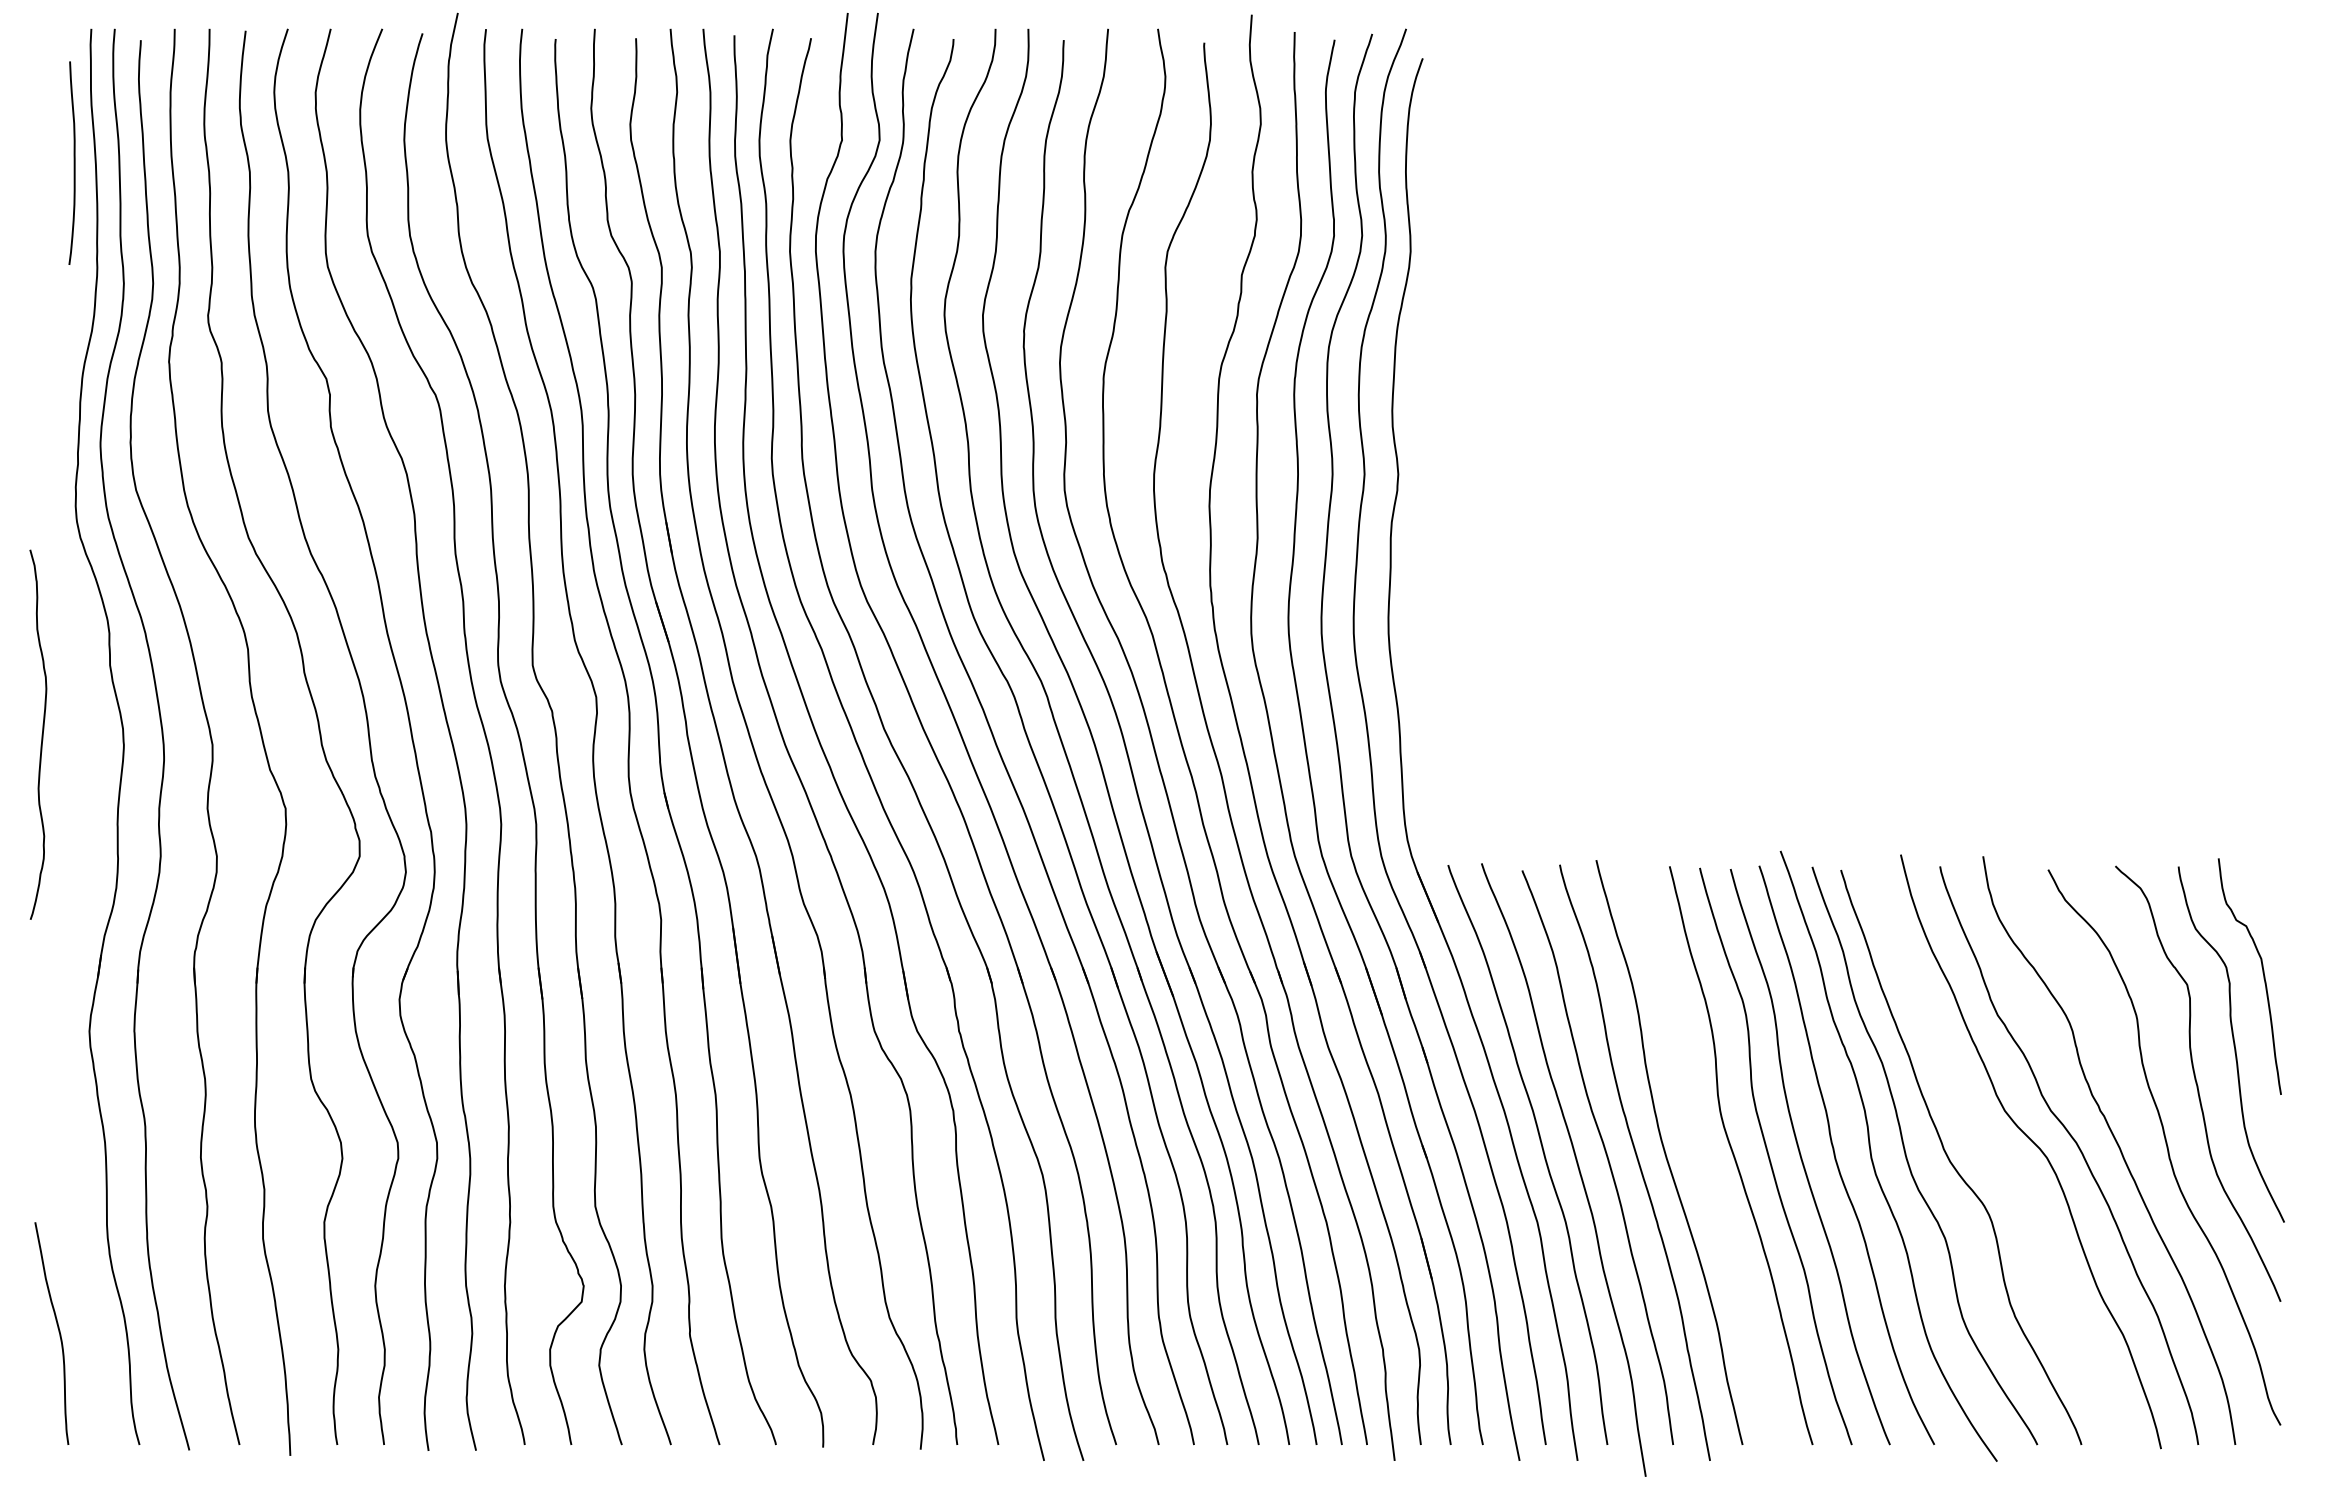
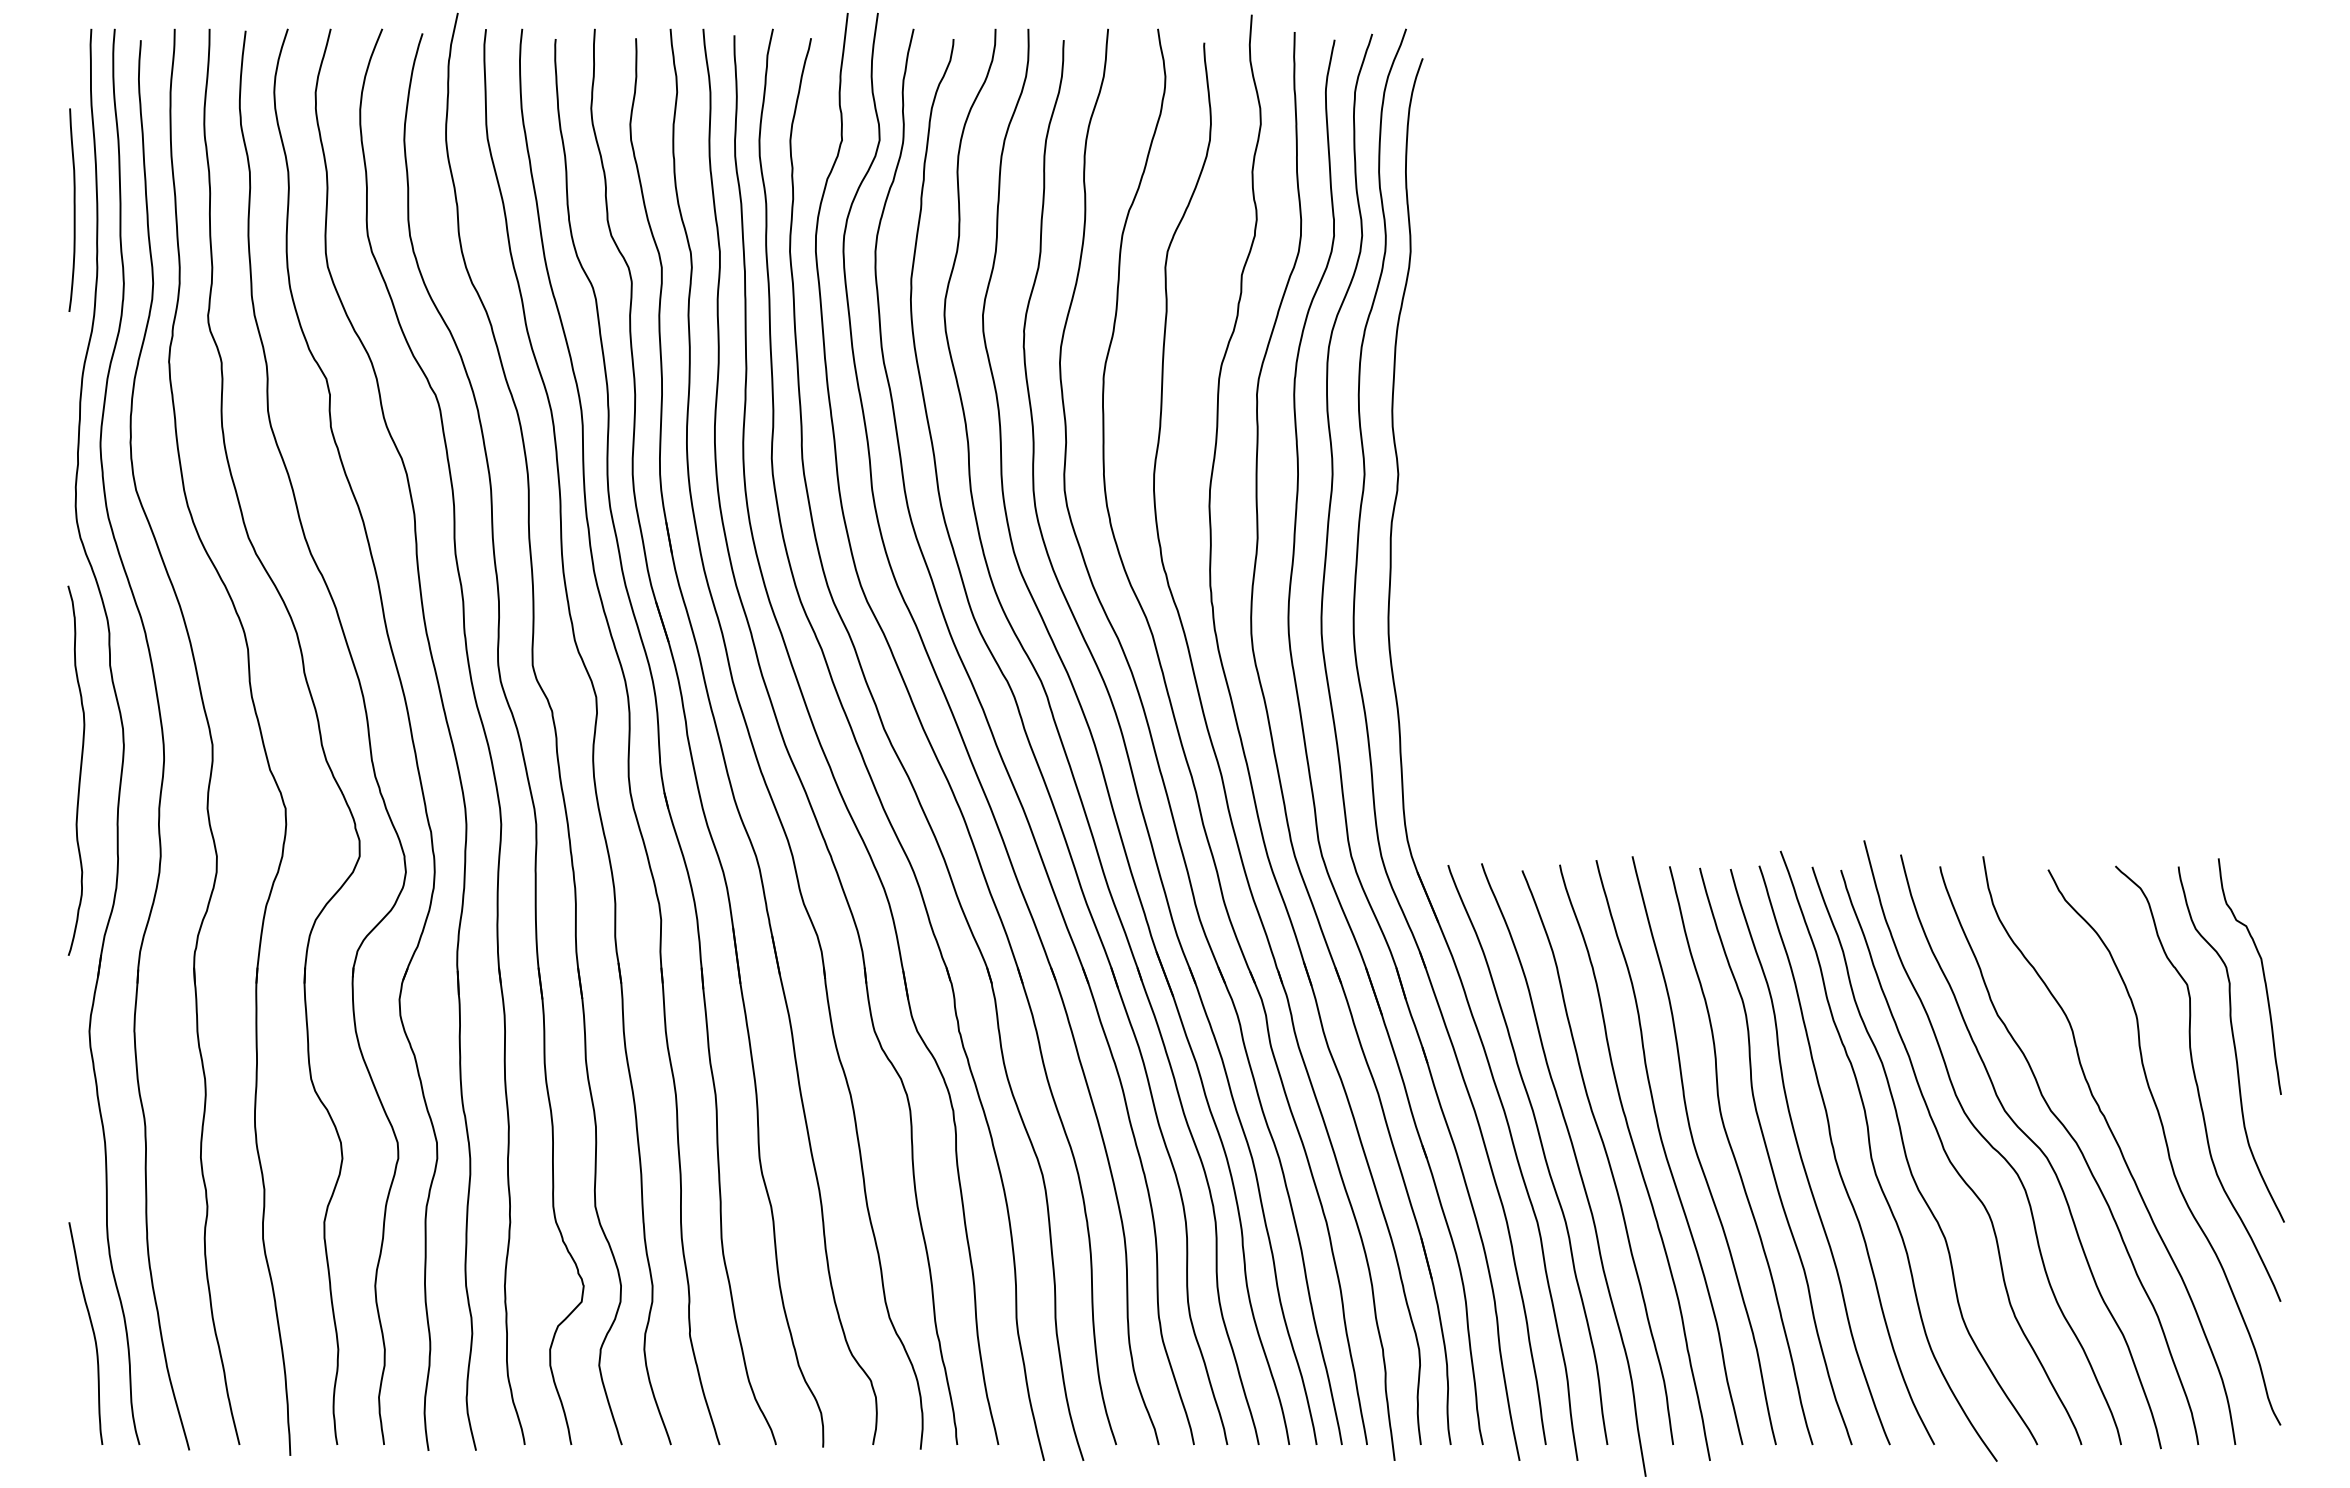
curve at (73, 162) position: (73, 162) -> (73, 209)
curve at (41, 734) position: (41, 734) -> (79, 770)
curve at (1990, 1143): none -> present
curve at (1697, 1152): none -> present
curve at (58, 1332) position: (58, 1332) -> (92, 1332)
